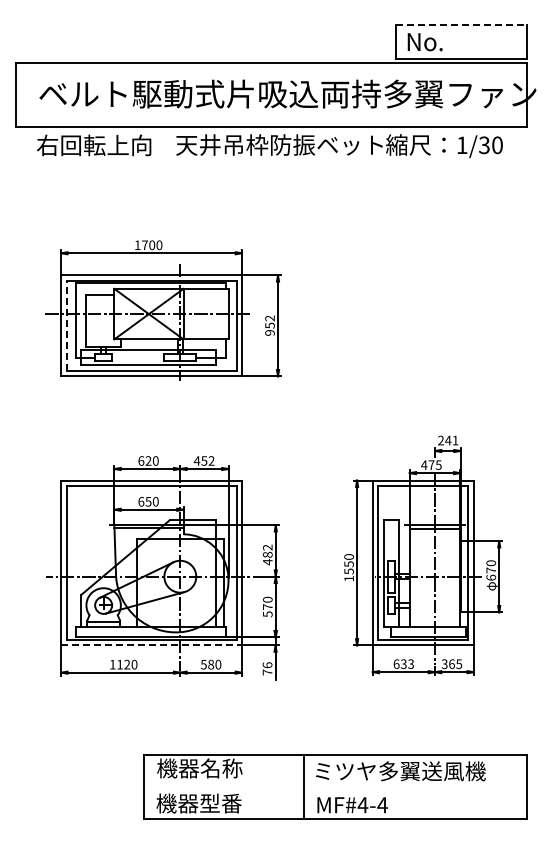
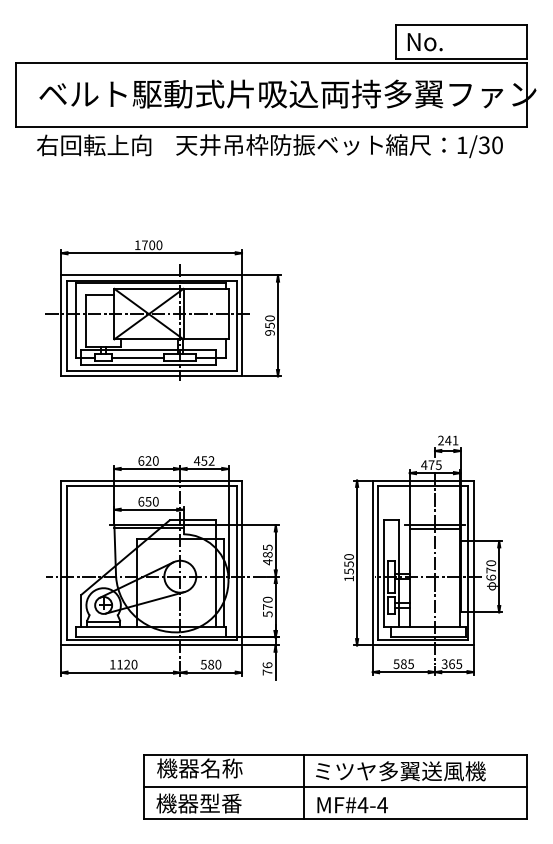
line at (462, 25): dashed -> solid
text at (269, 318): 952 -> 950
line at (66, 325): dashed -> solid
line at (138, 357): none -> present
text at (267, 547): 482 -> 485
line at (152, 645): dashed -> solid
text at (403, 663): 633 -> 585
line at (335, 786): none -> present
